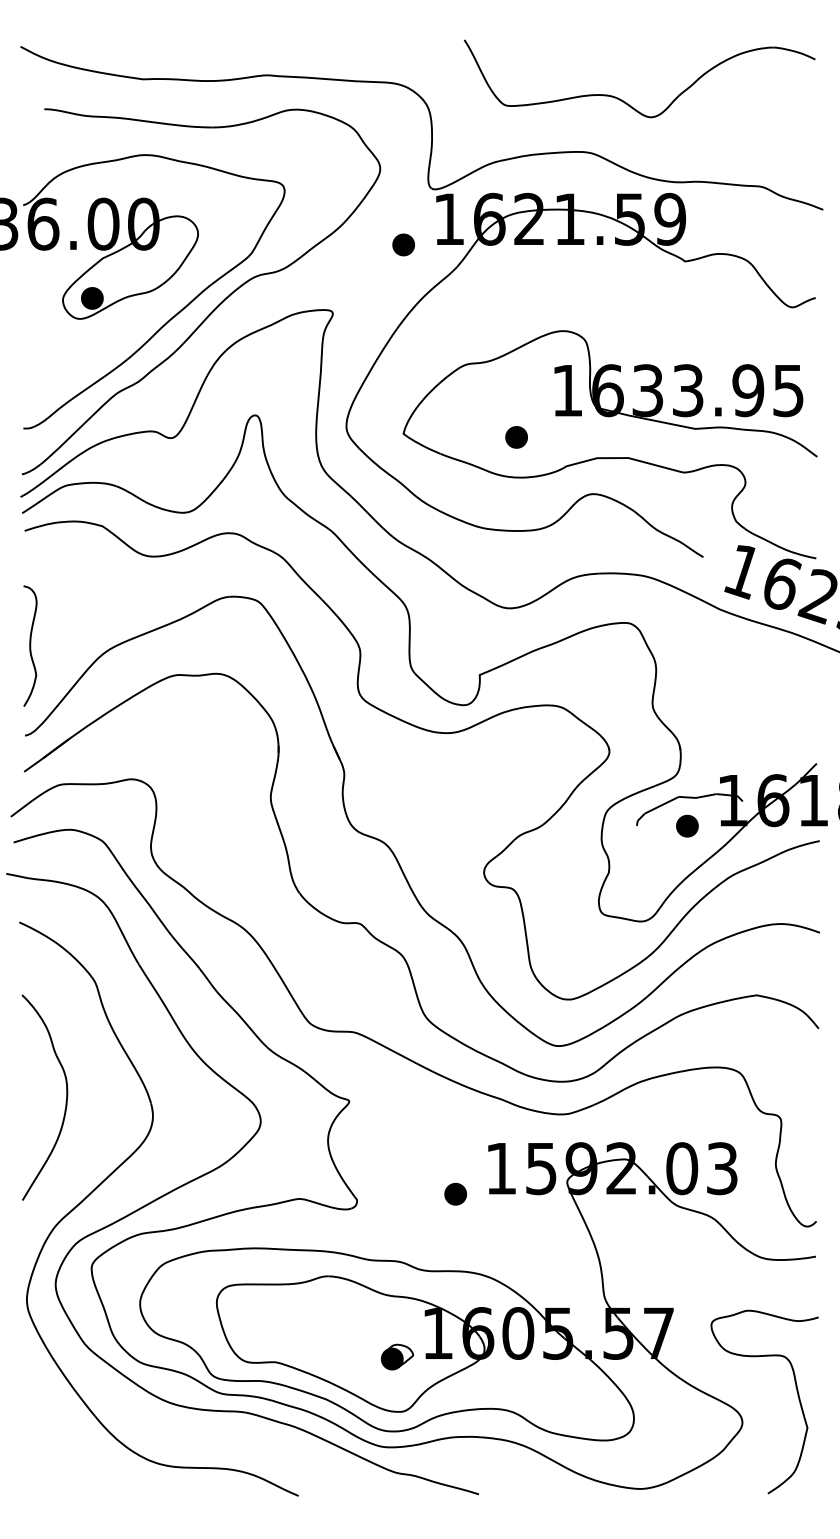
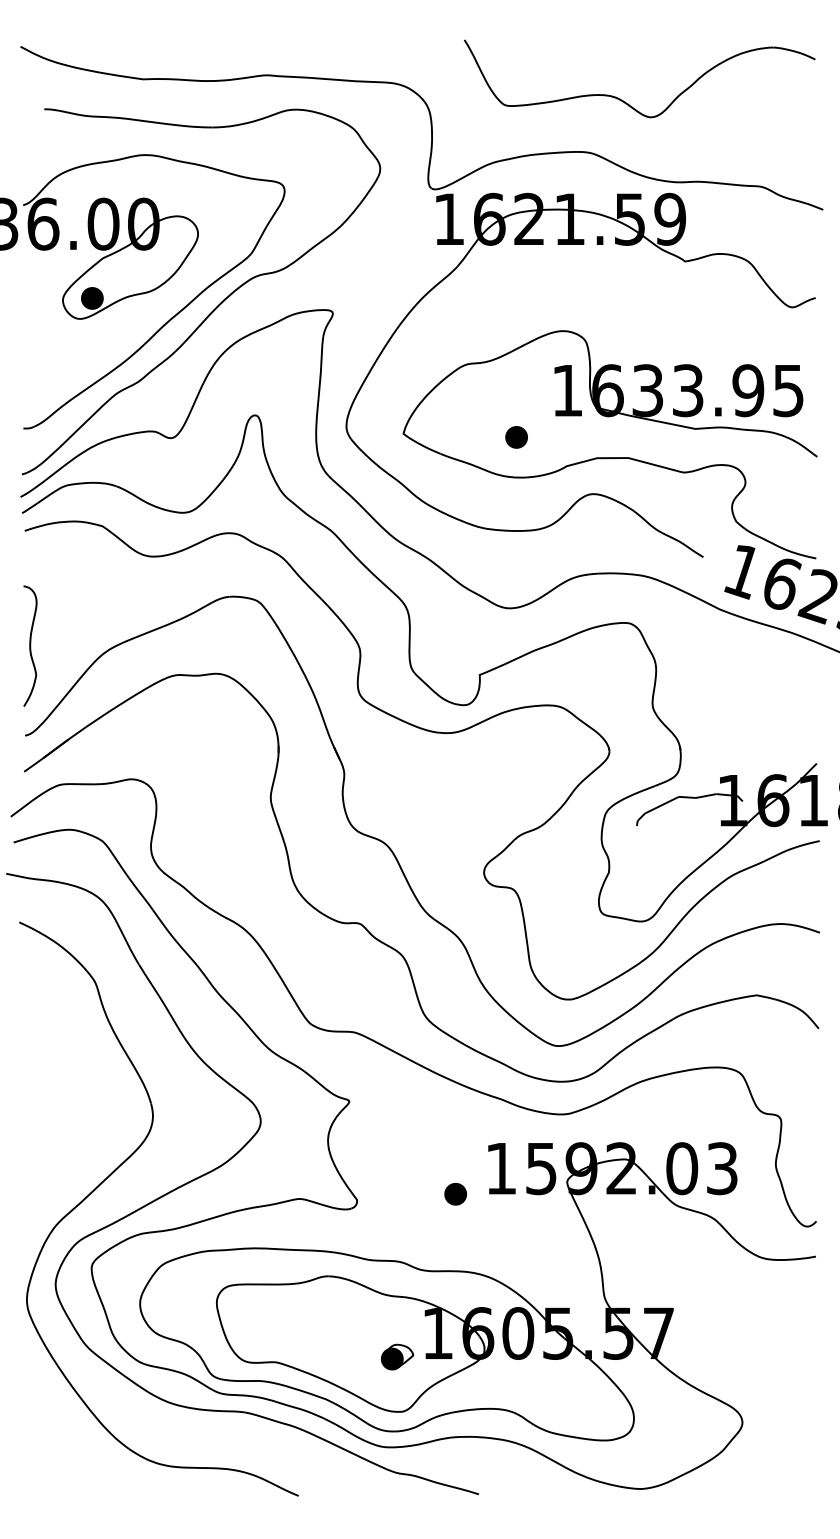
part at (403, 244): present -> none
part at (687, 825): present -> none
curve at (65, 1101): present -> none
part at (797, 1396): present -> none
